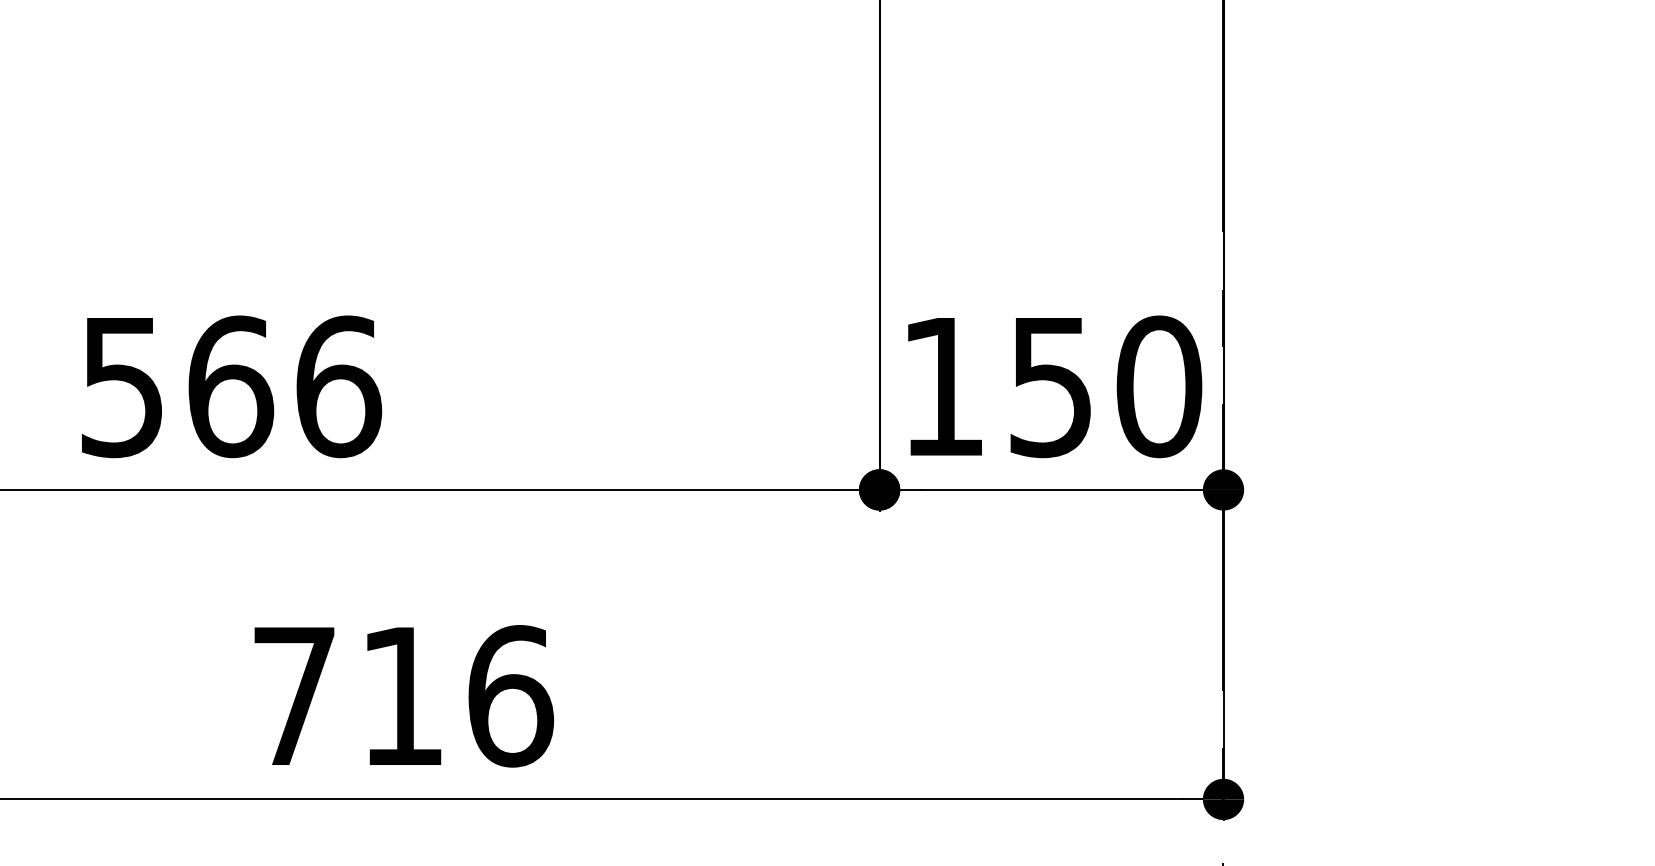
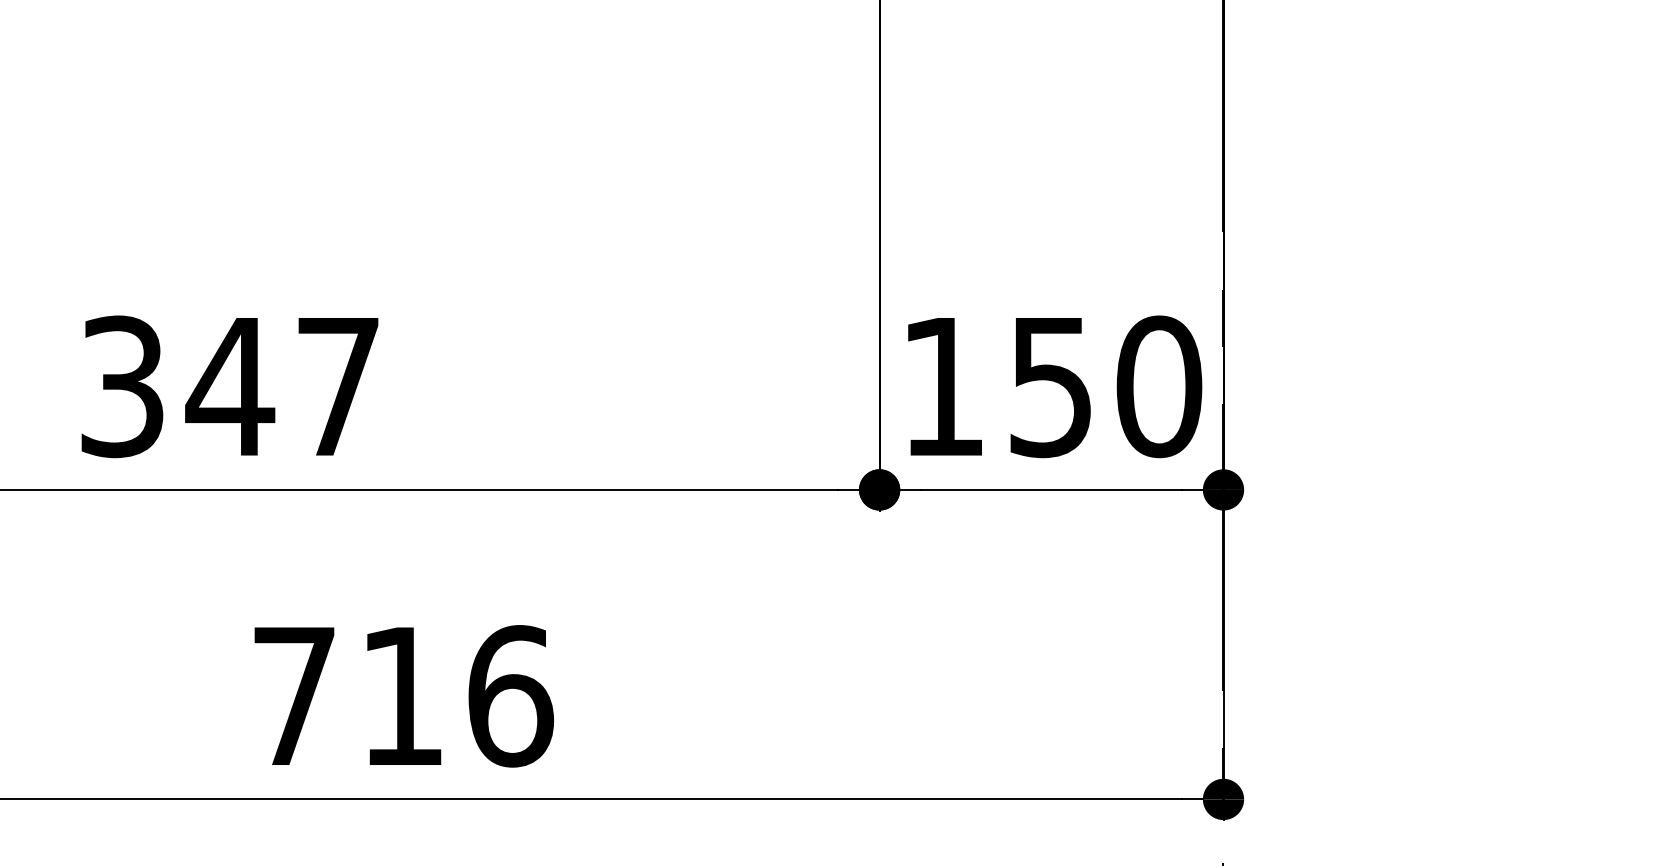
text at (231, 386): 566 -> 347
